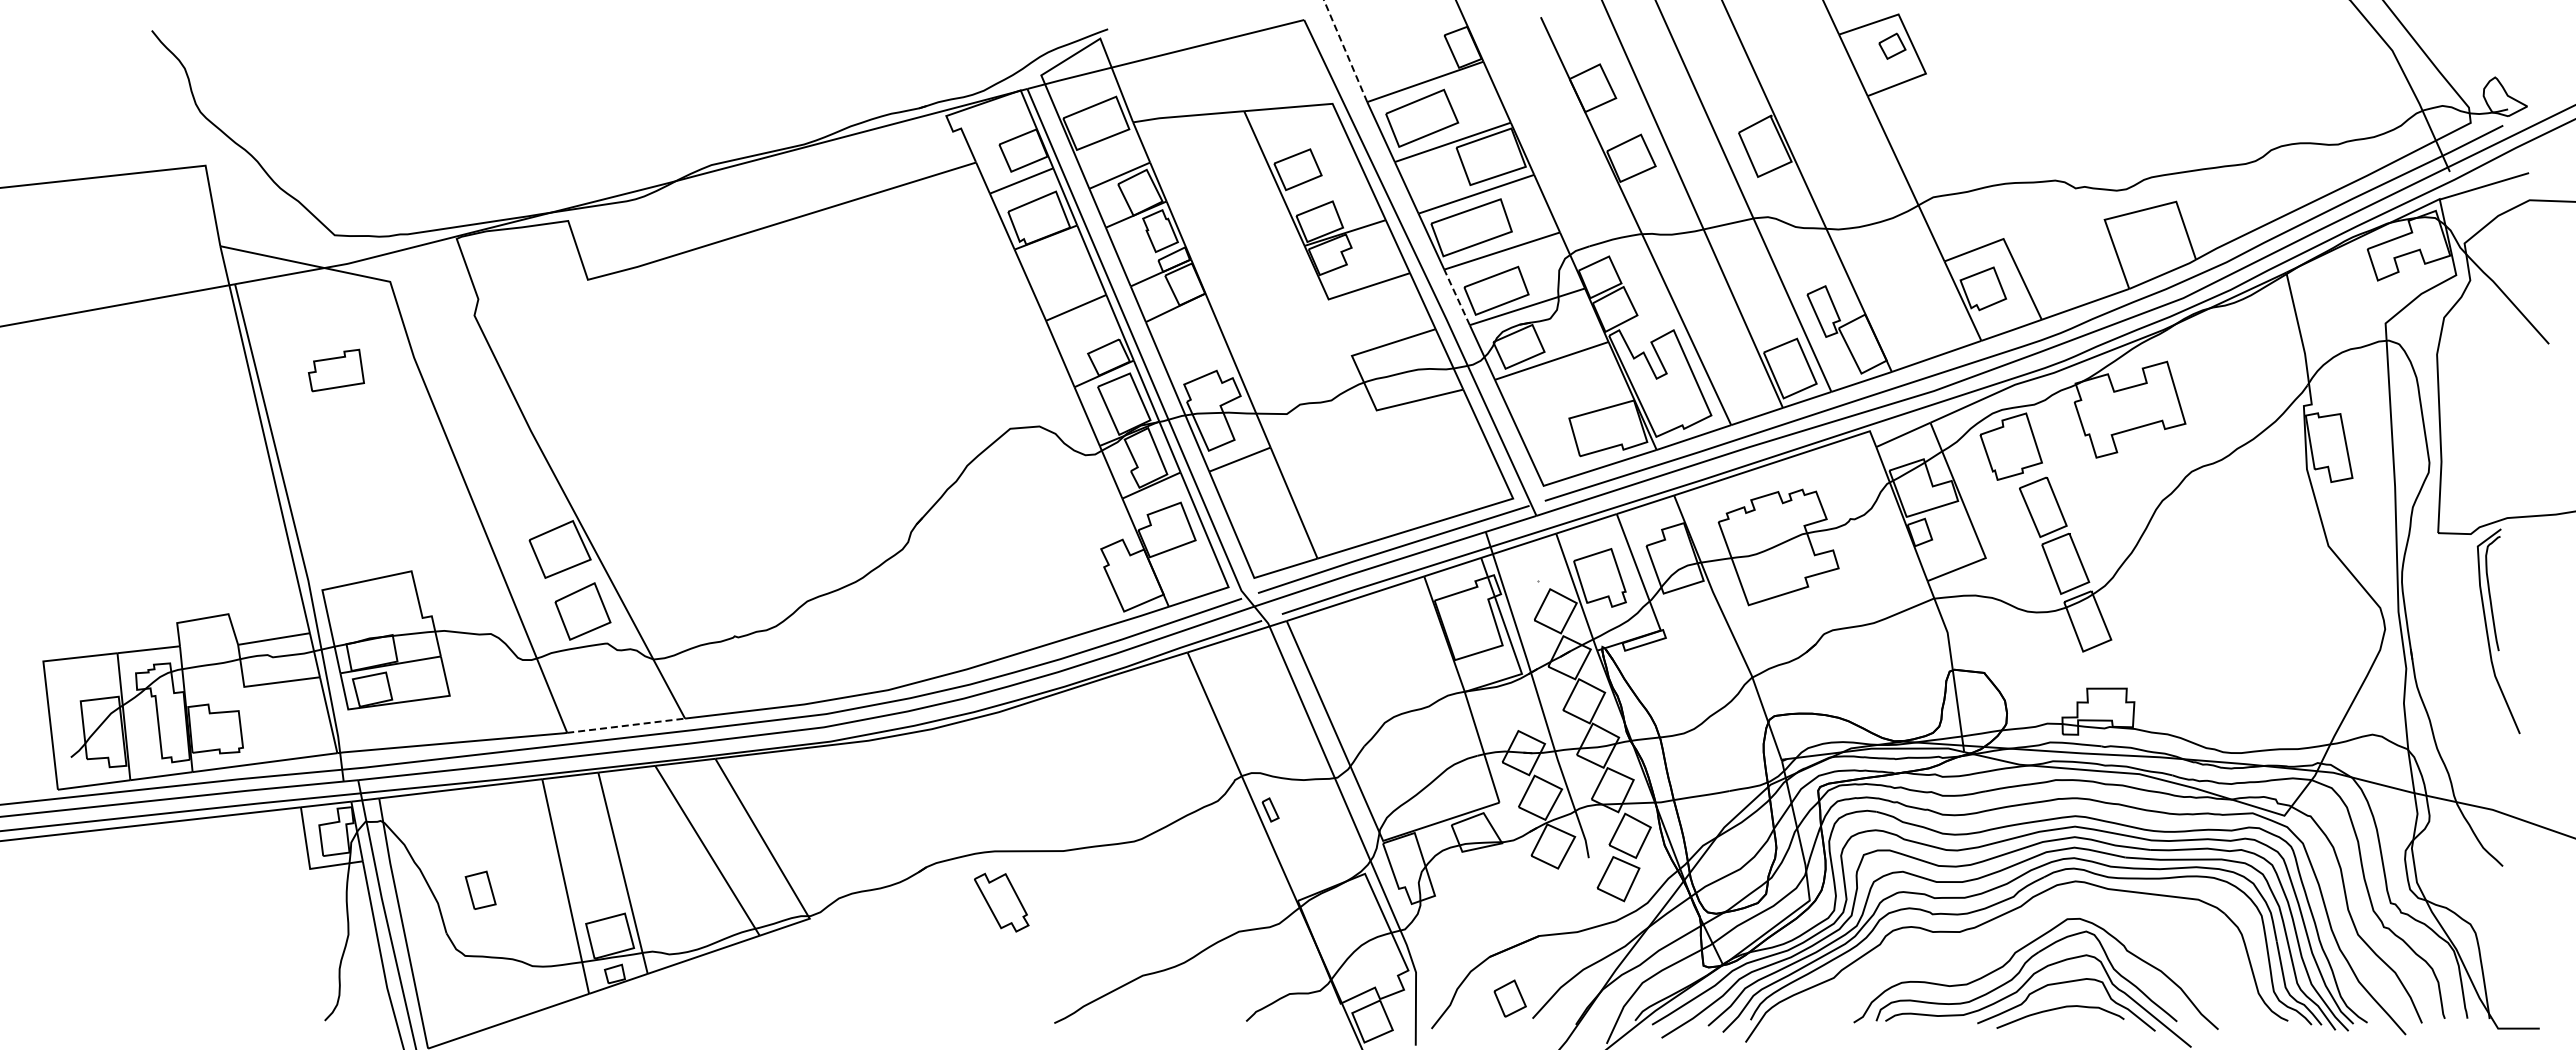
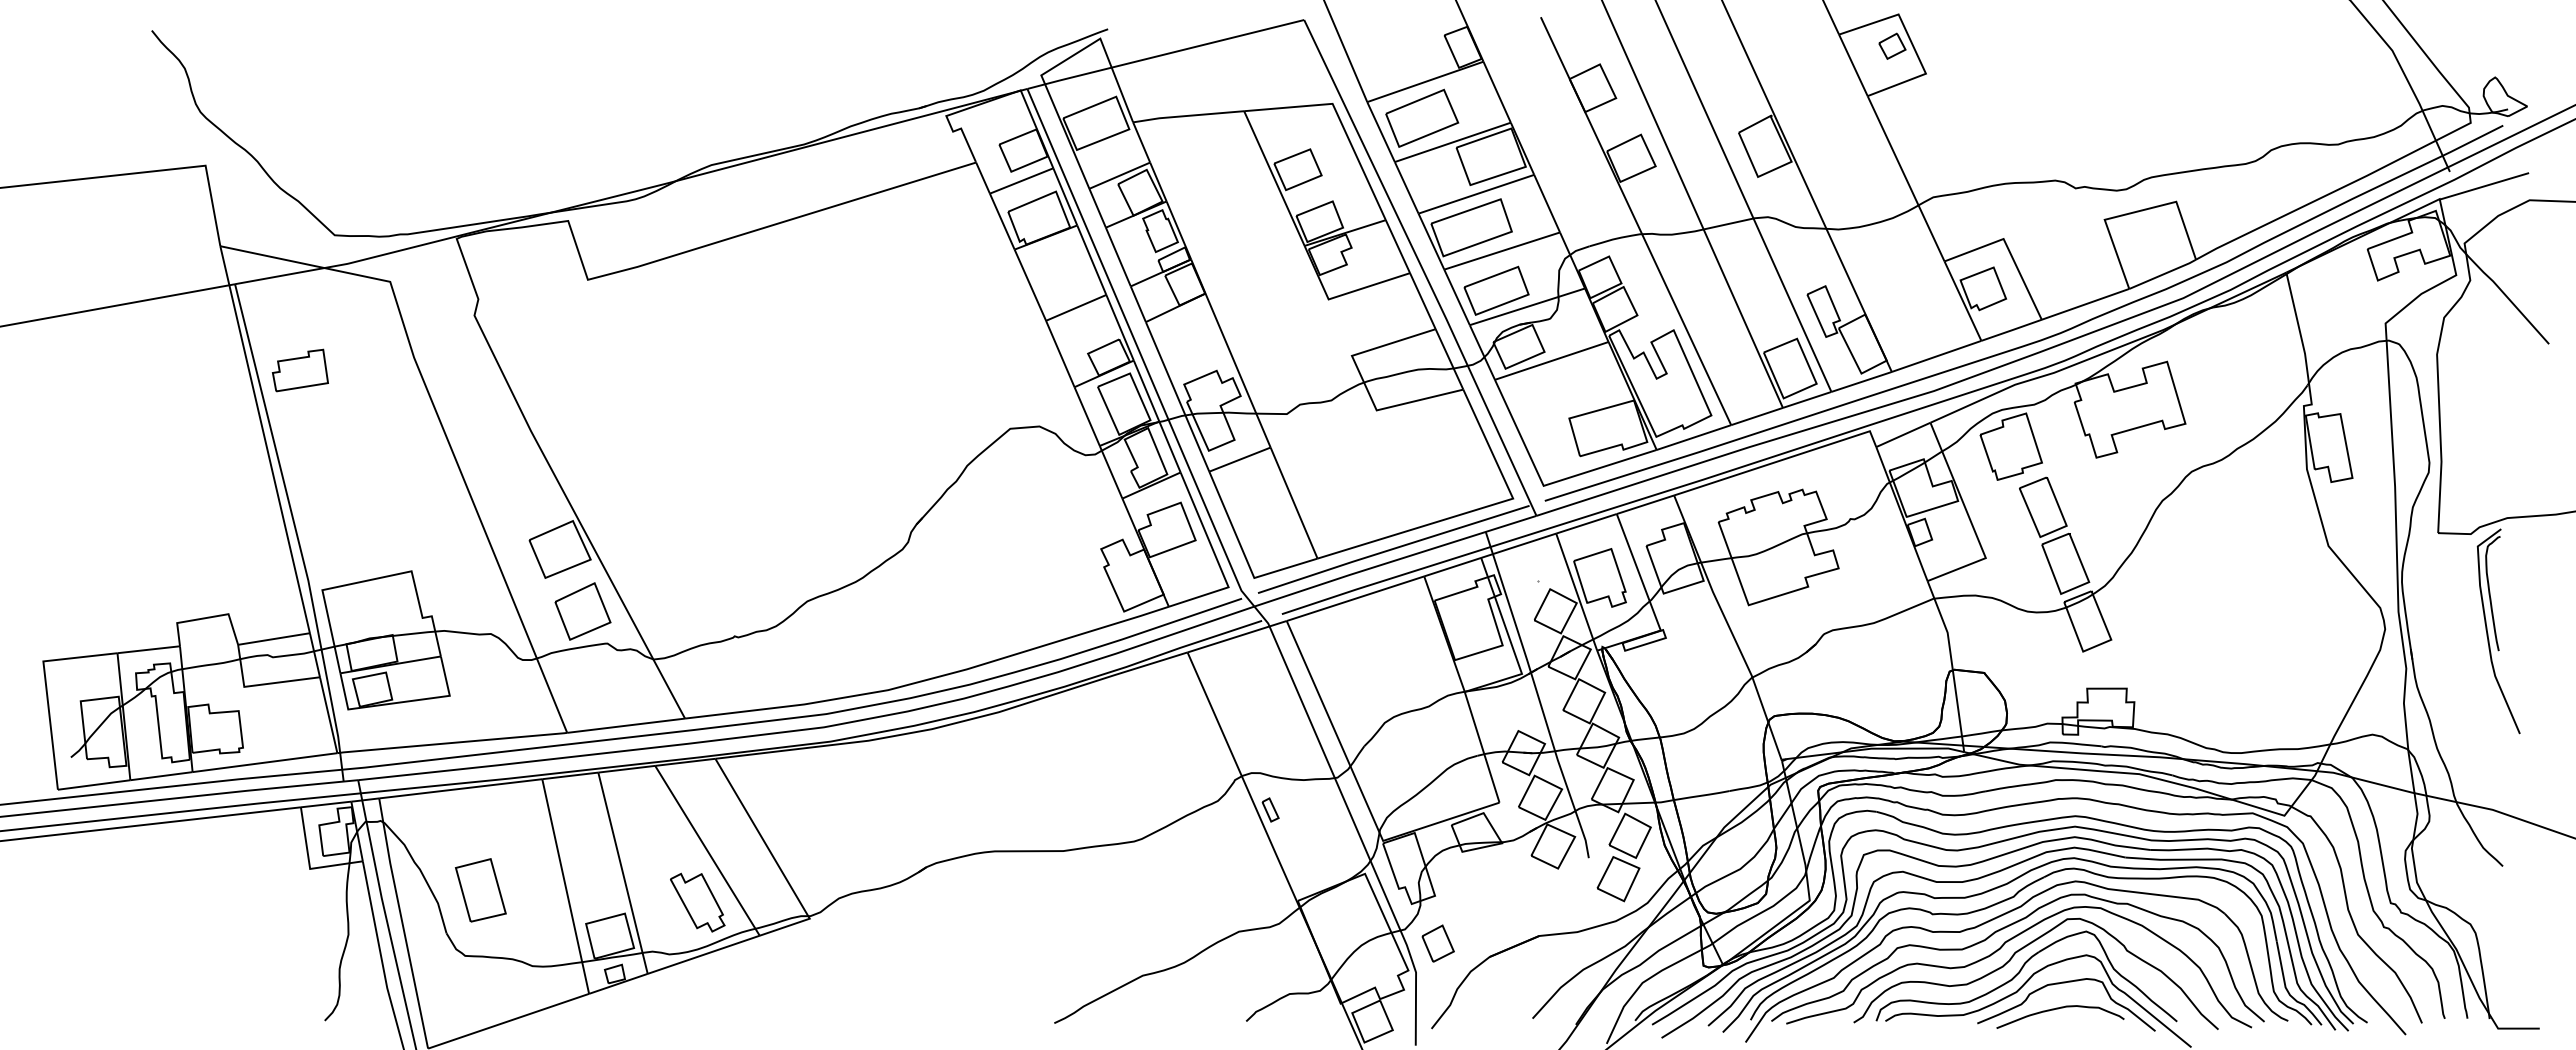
line at (1345, 50): dashed -> solid
line at (1457, 297): dashed -> solid
part at (335, 370) position: (335, 370) -> (299, 370)
line at (627, 725): dashed -> solid
part at (480, 889) size: 33x40 px -> 53x65 px
part at (1001, 902) position: (1001, 902) -> (697, 902)
part at (2003, 946): none -> present
part at (1509, 998) position: (1509, 998) -> (1437, 943)
